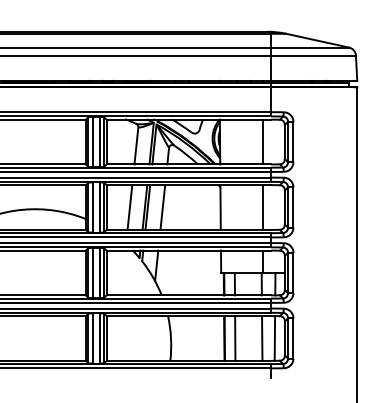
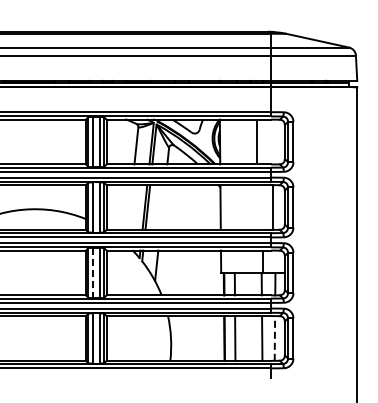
line at (263, 141) position: (263, 141) -> (257, 141)
line at (129, 207): present -> none
line at (162, 207): present -> none
line at (263, 207) position: (263, 207) -> (273, 207)
line at (92, 273): solid -> dashed
line at (274, 337): solid -> dashed
